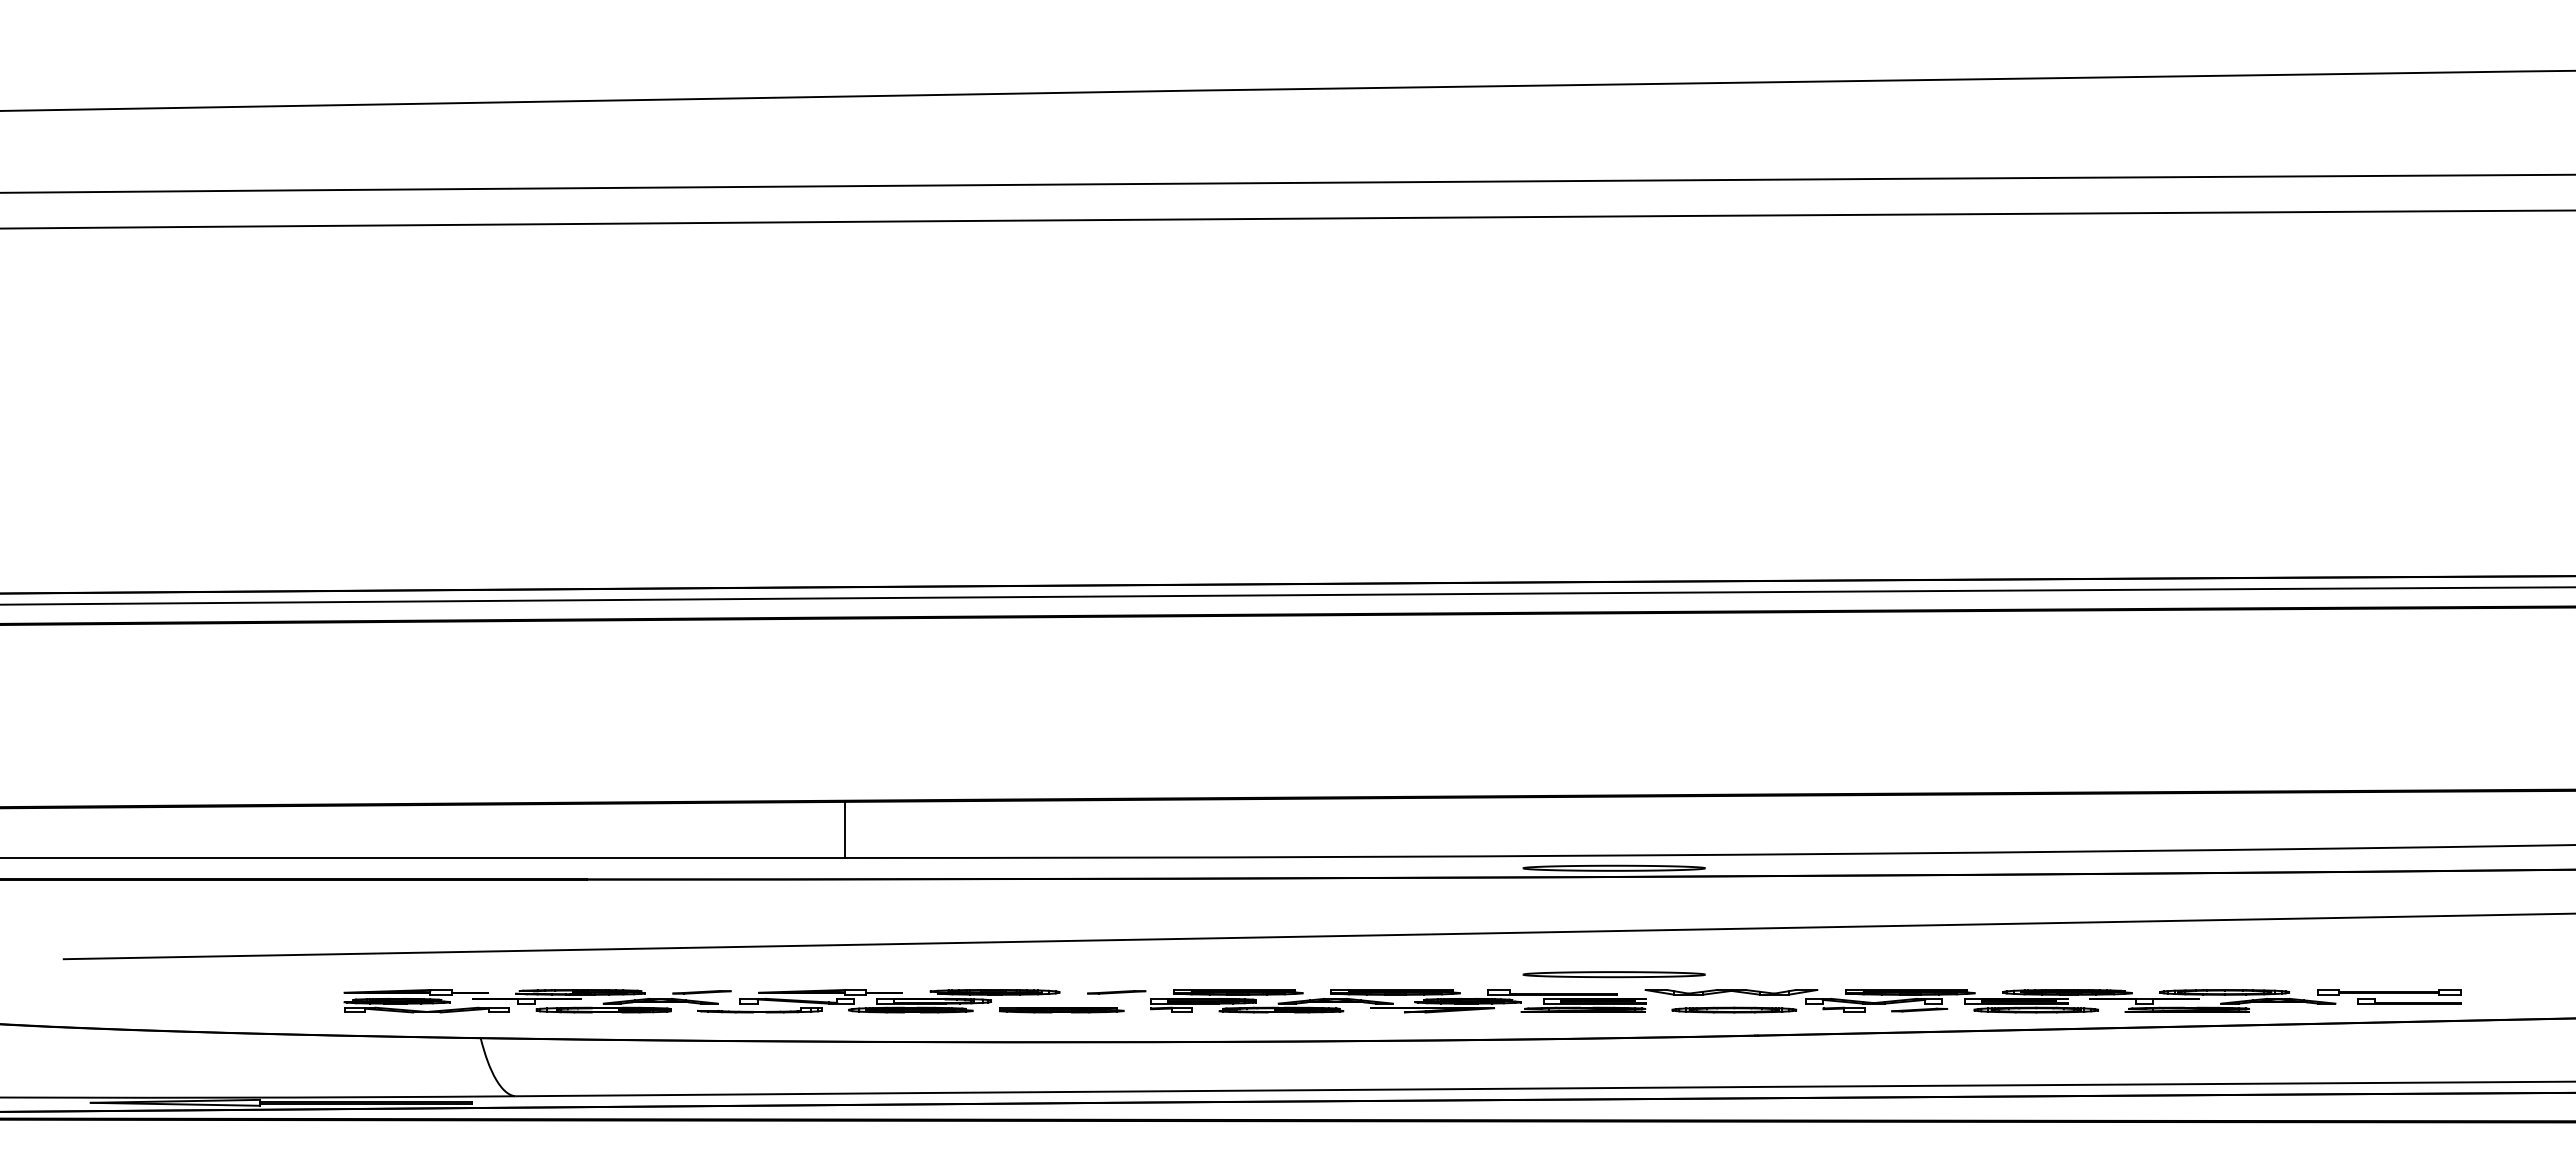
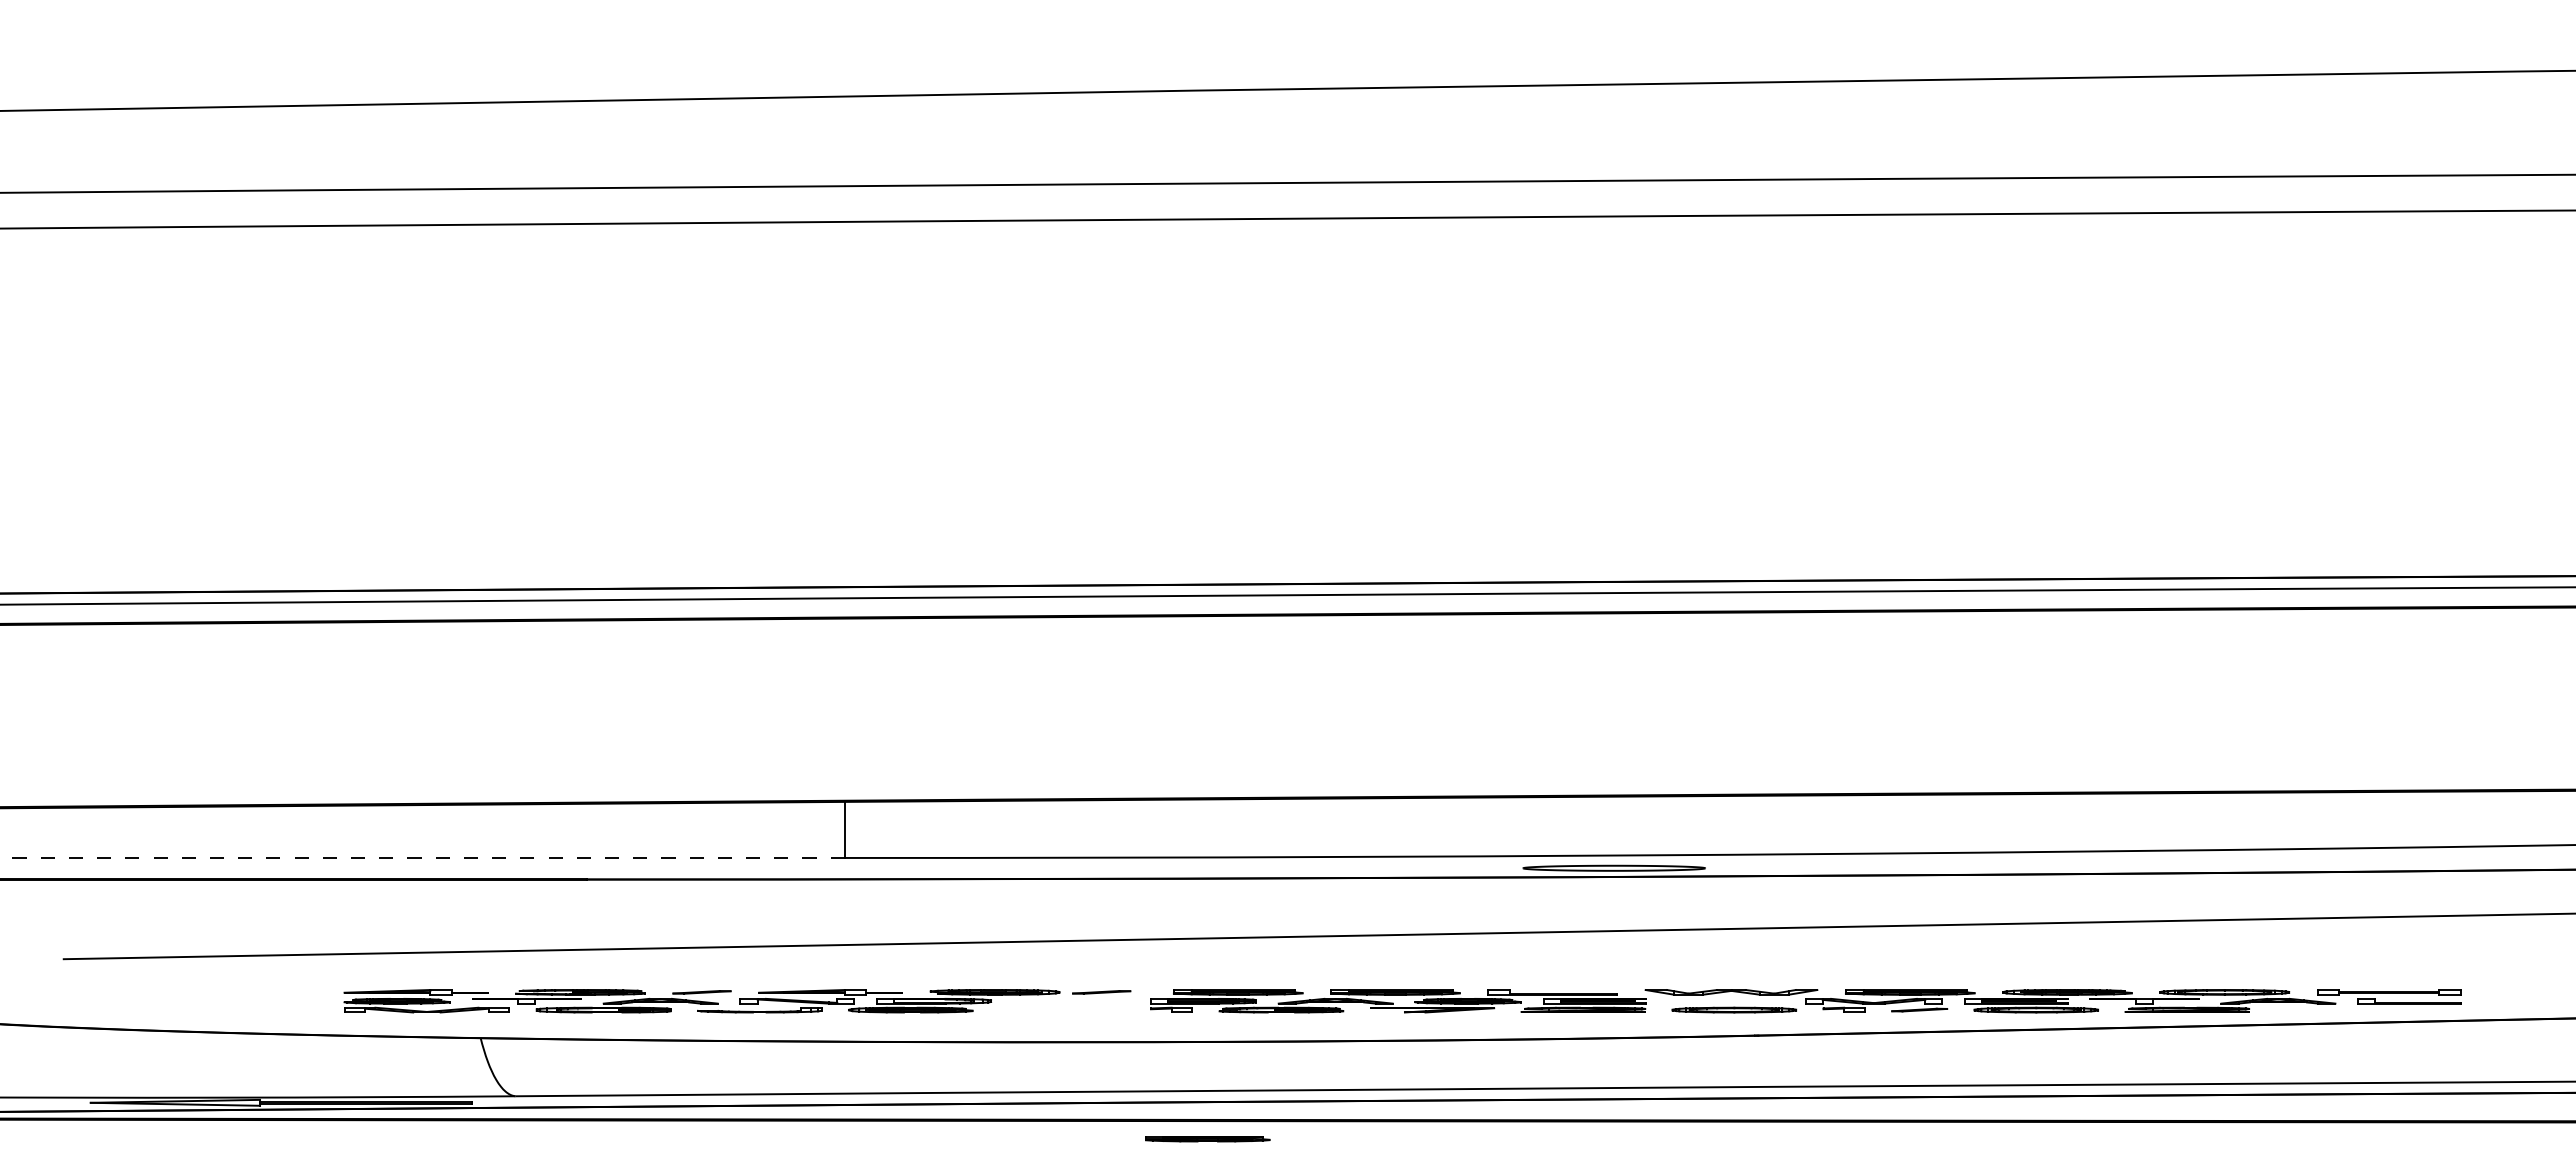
line at (421, 857): solid -> dashed
part at (1613, 974): present -> none
line at (1116, 992) position: (1116, 992) -> (1101, 992)
part at (1061, 1010) position: (1061, 1010) -> (1207, 1139)
